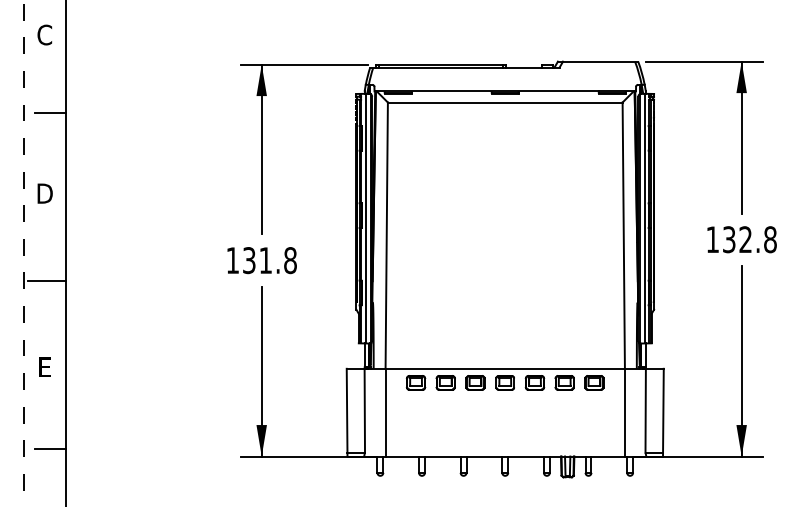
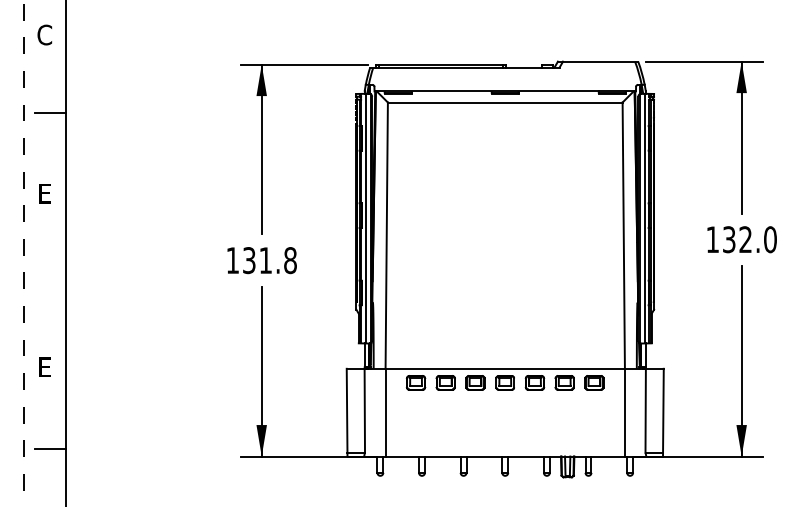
text at (44, 193): D -> E
text at (770, 239): 132.8 -> 132.0
line at (46, 280): present -> none
